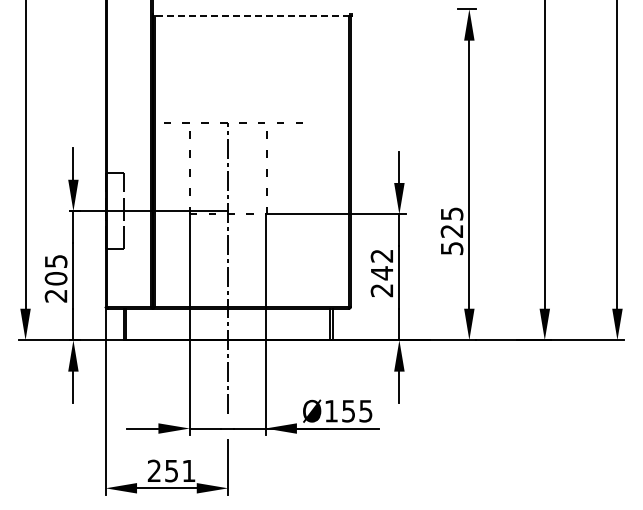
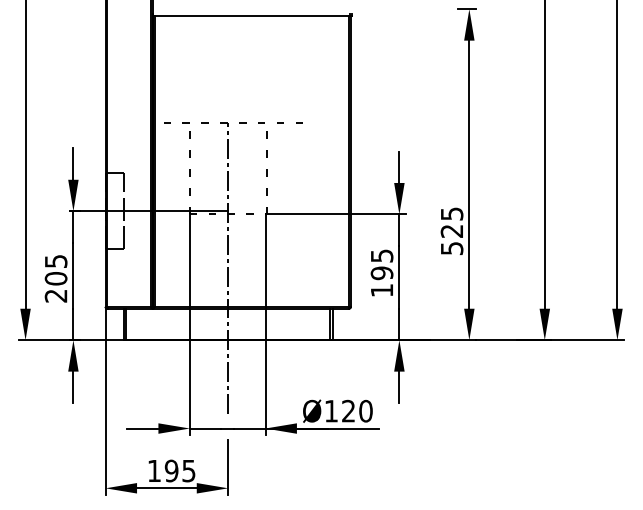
line at (251, 16): dashed -> solid
text at (381, 273): 242 -> 195
text at (357, 410): Ø155 -> Ø120
text at (171, 470): 251 -> 195
